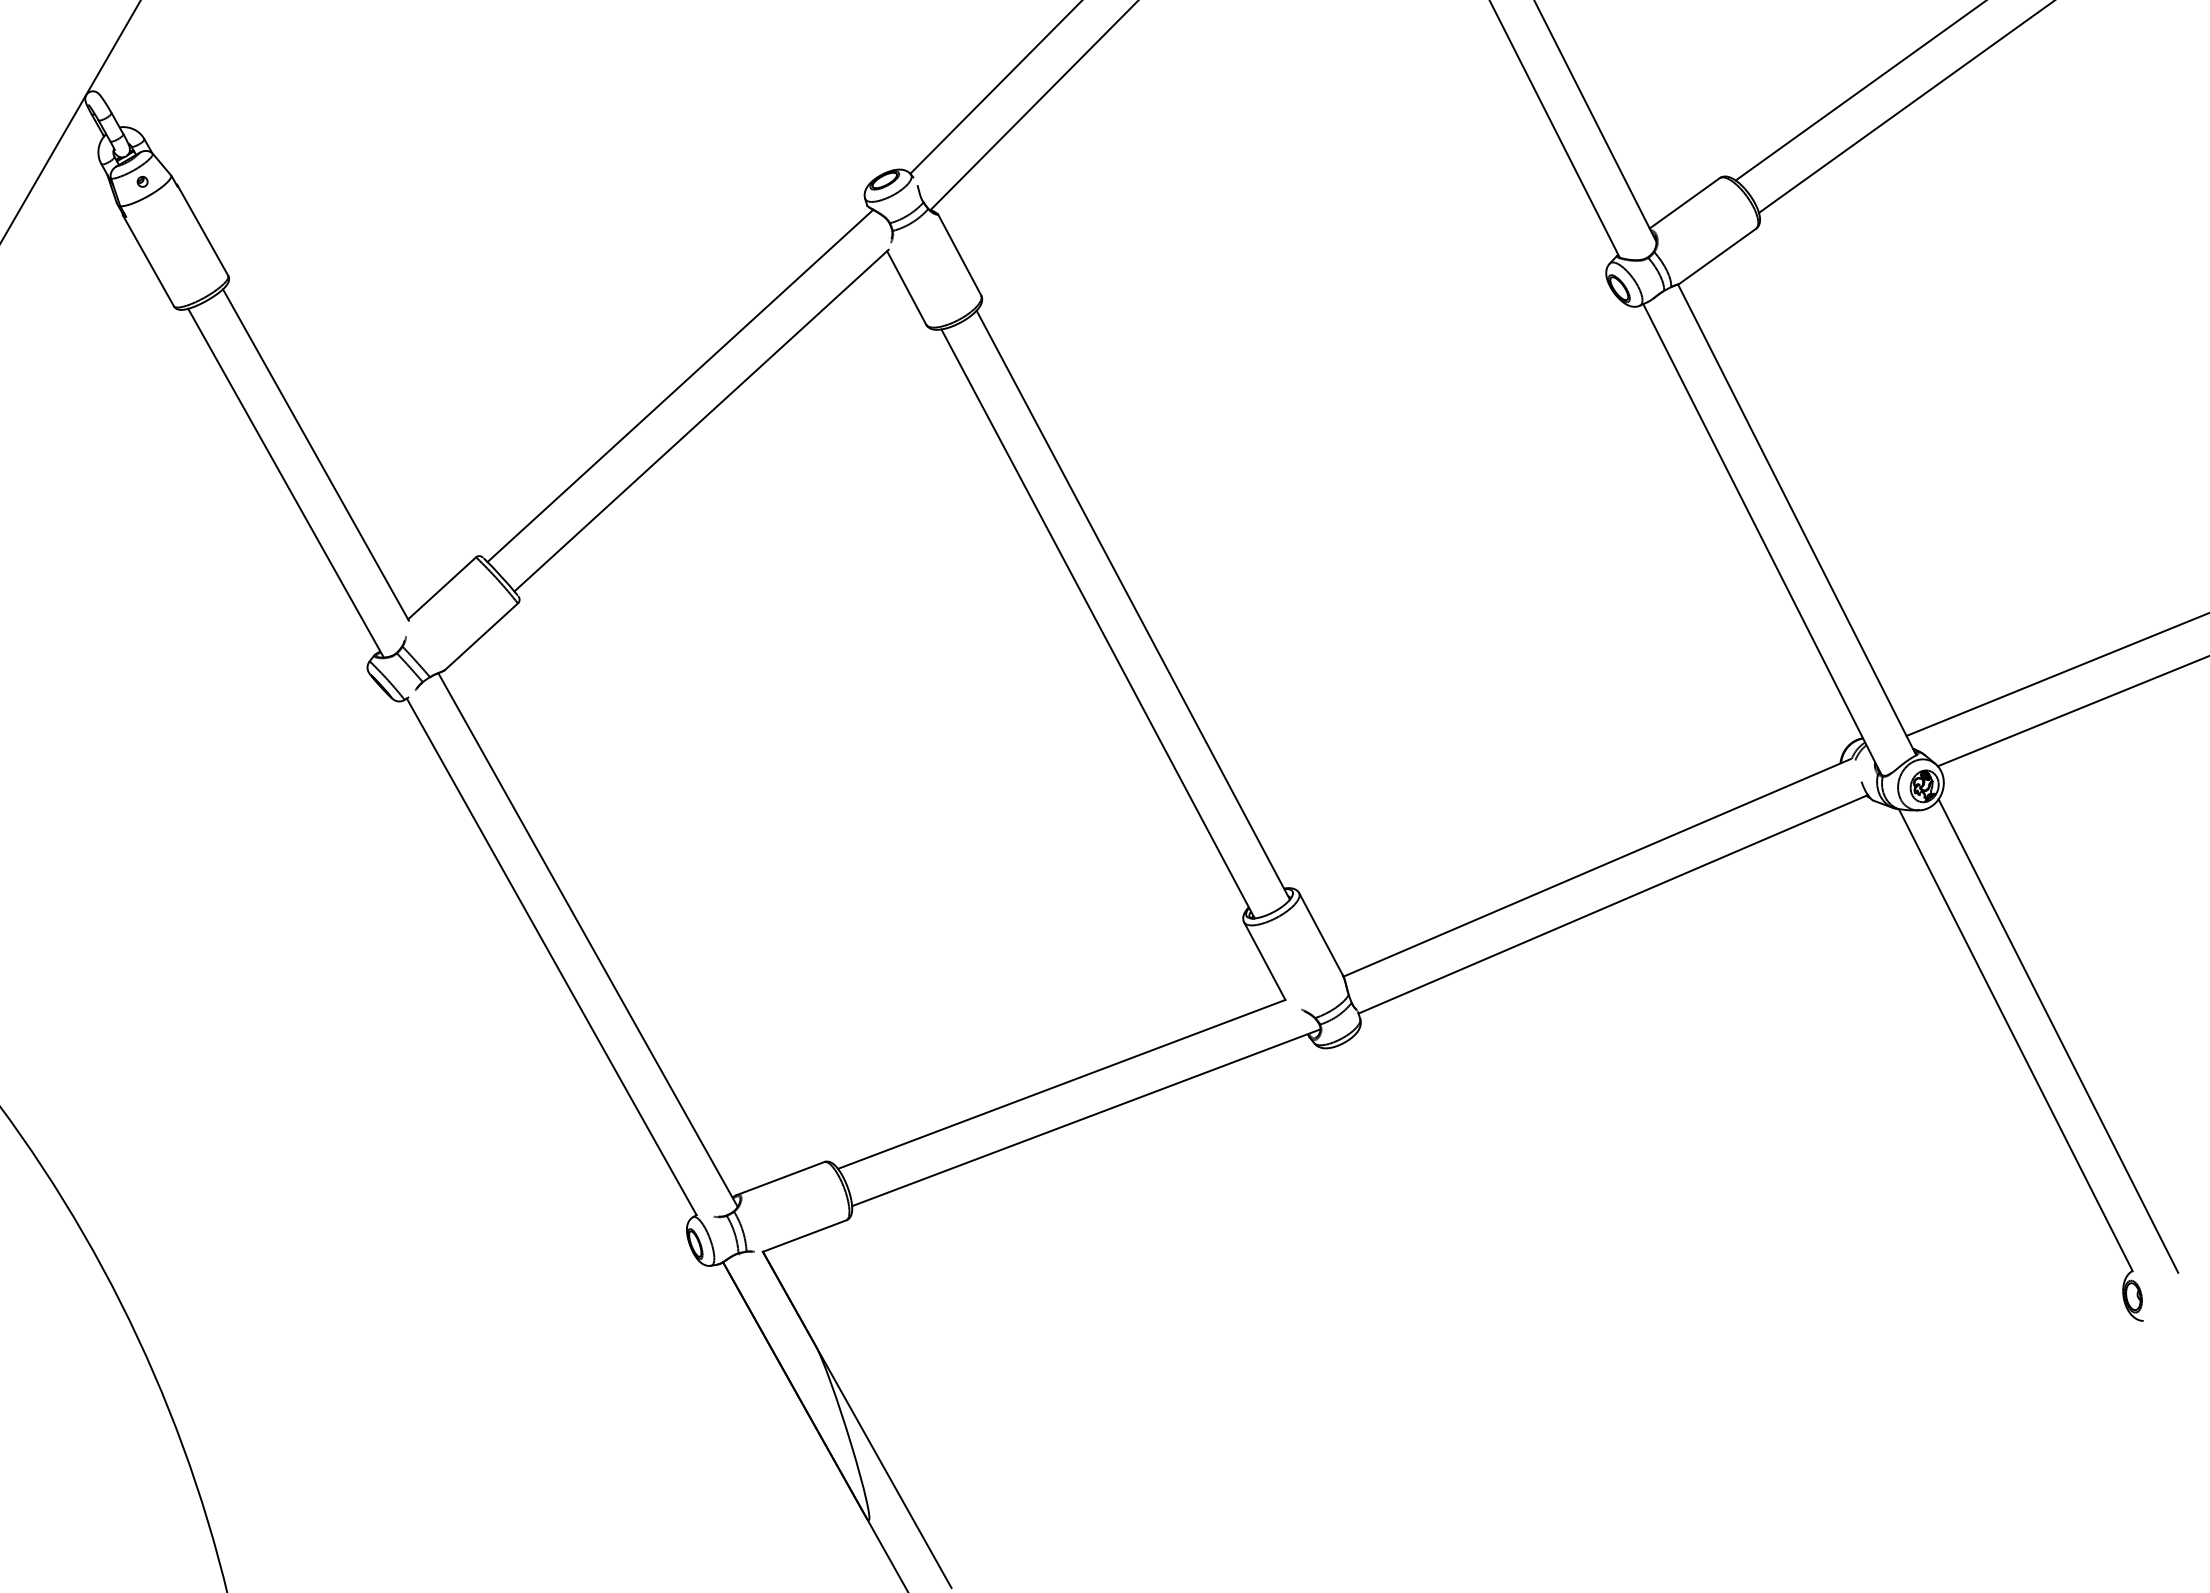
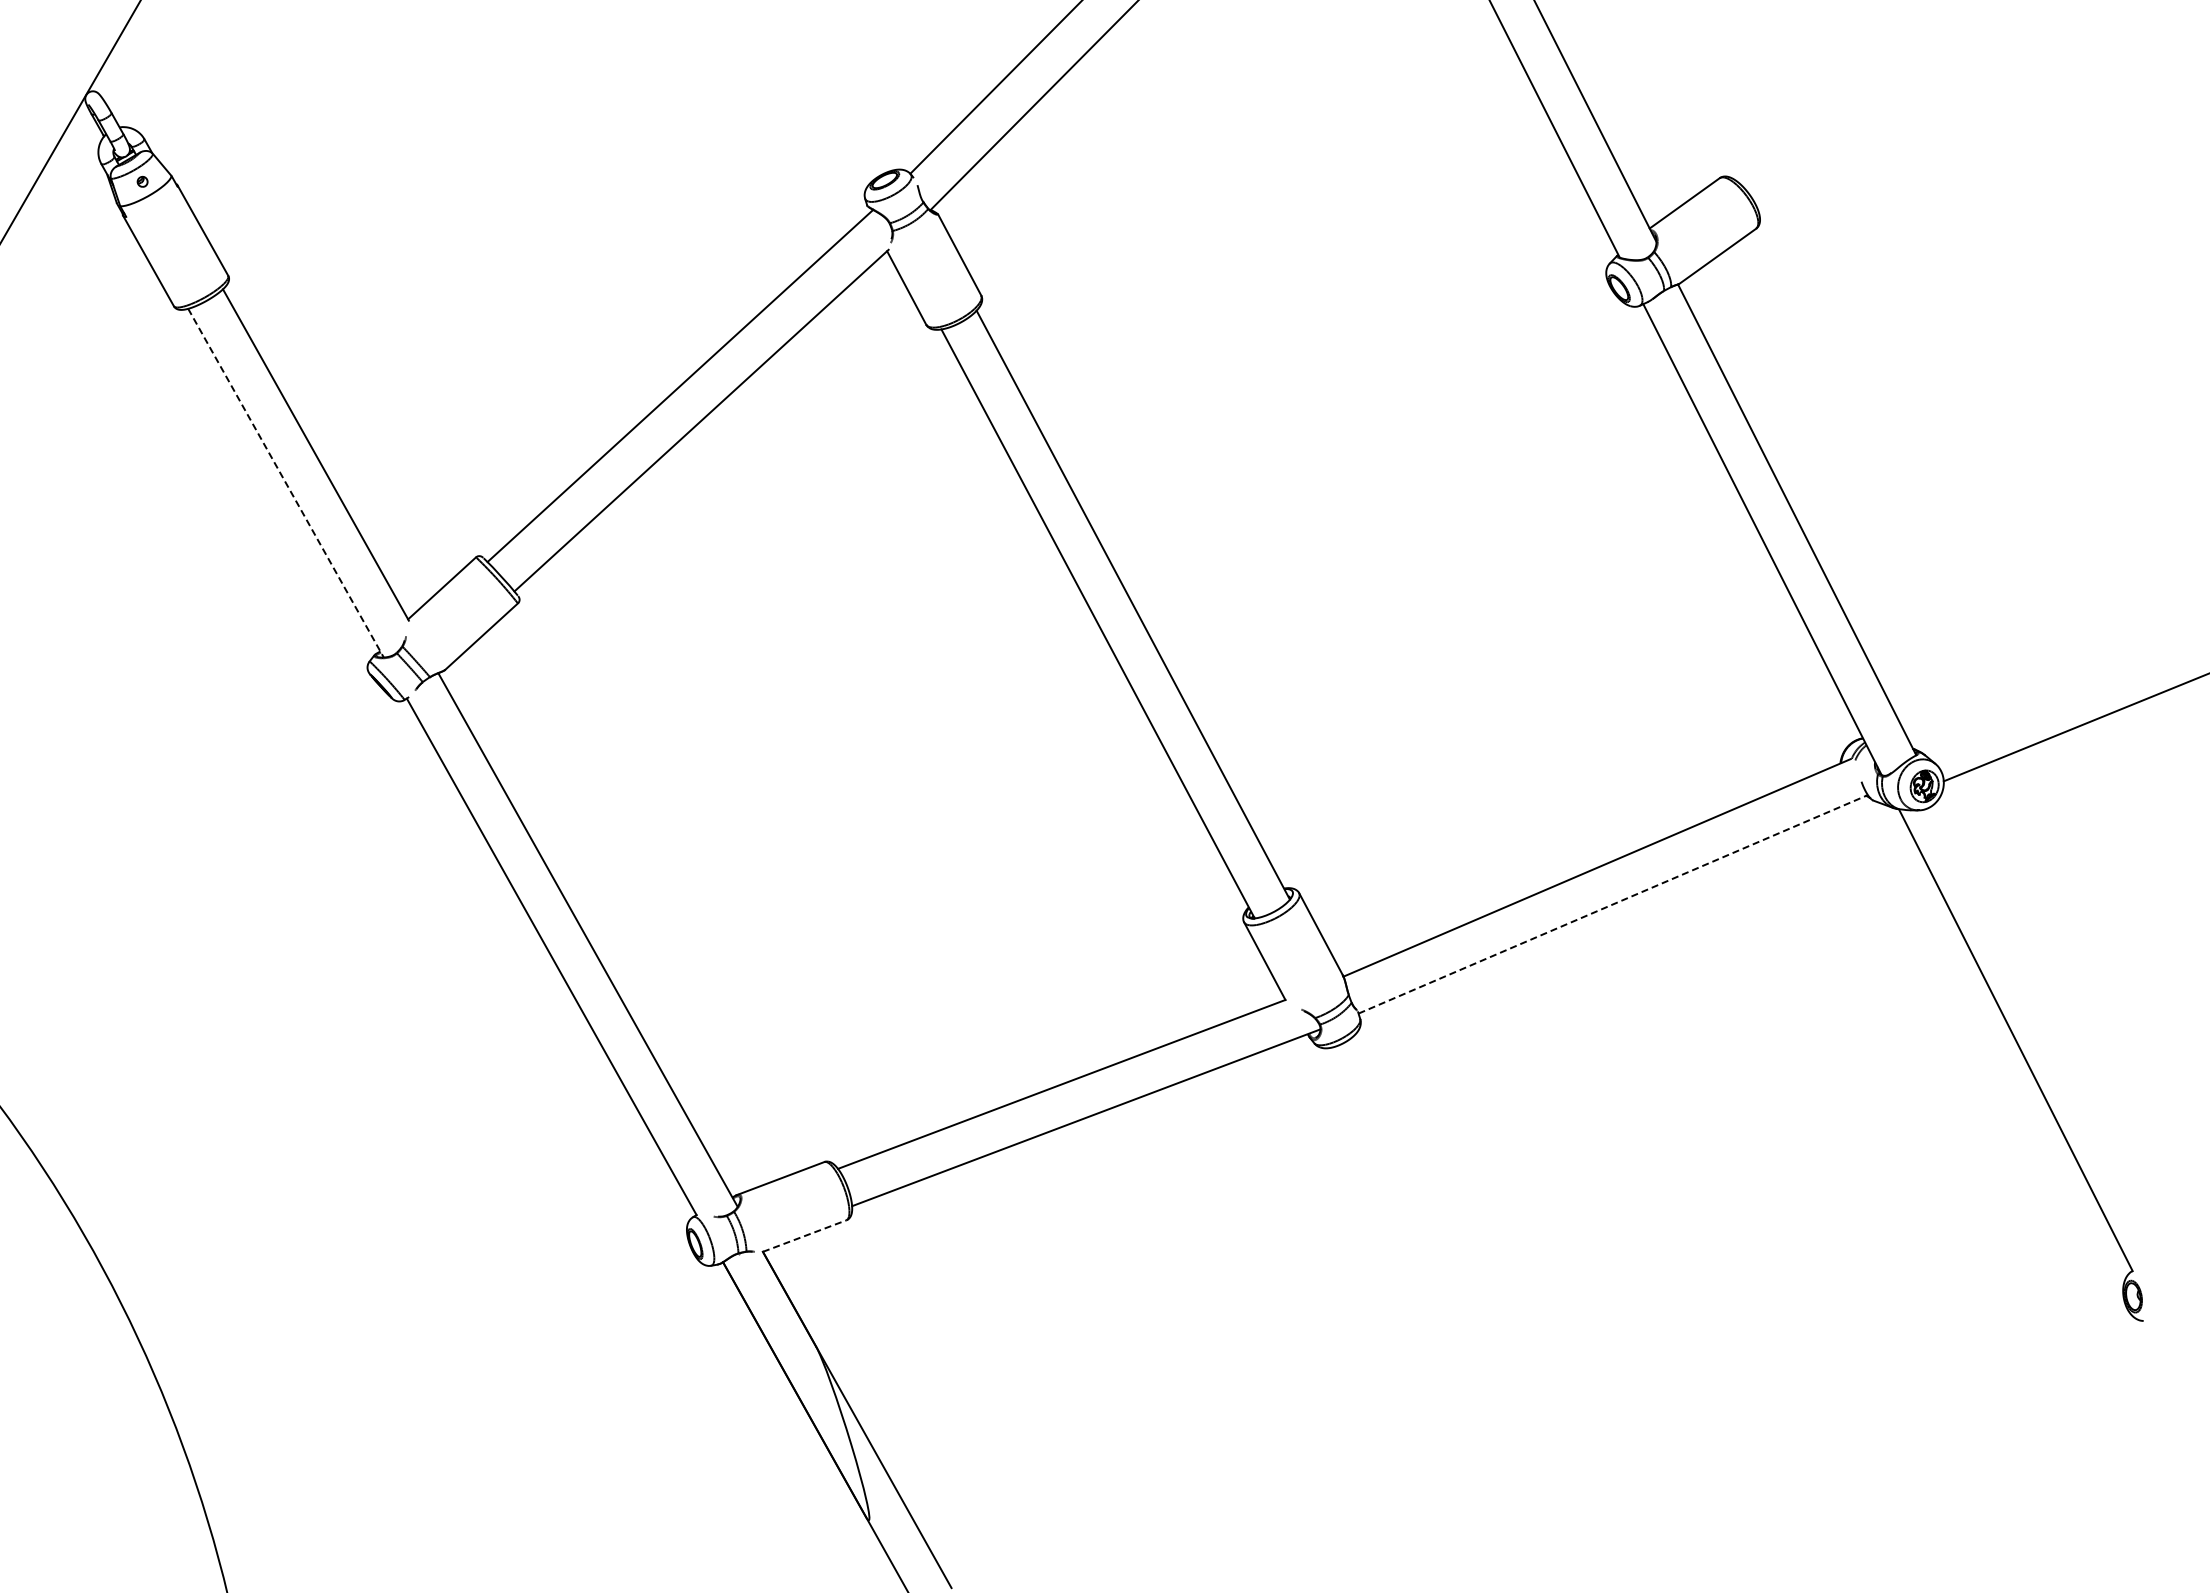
line at (1859, 91): present -> none
line at (1905, 107): present -> none
line at (286, 483): solid -> dashed
line at (2056, 674): present -> none
line at (2071, 711) position: (2071, 711) -> (2074, 727)
line at (1613, 904): solid -> dashed
line at (2058, 1035): present -> none
line at (804, 1236): solid -> dashed
